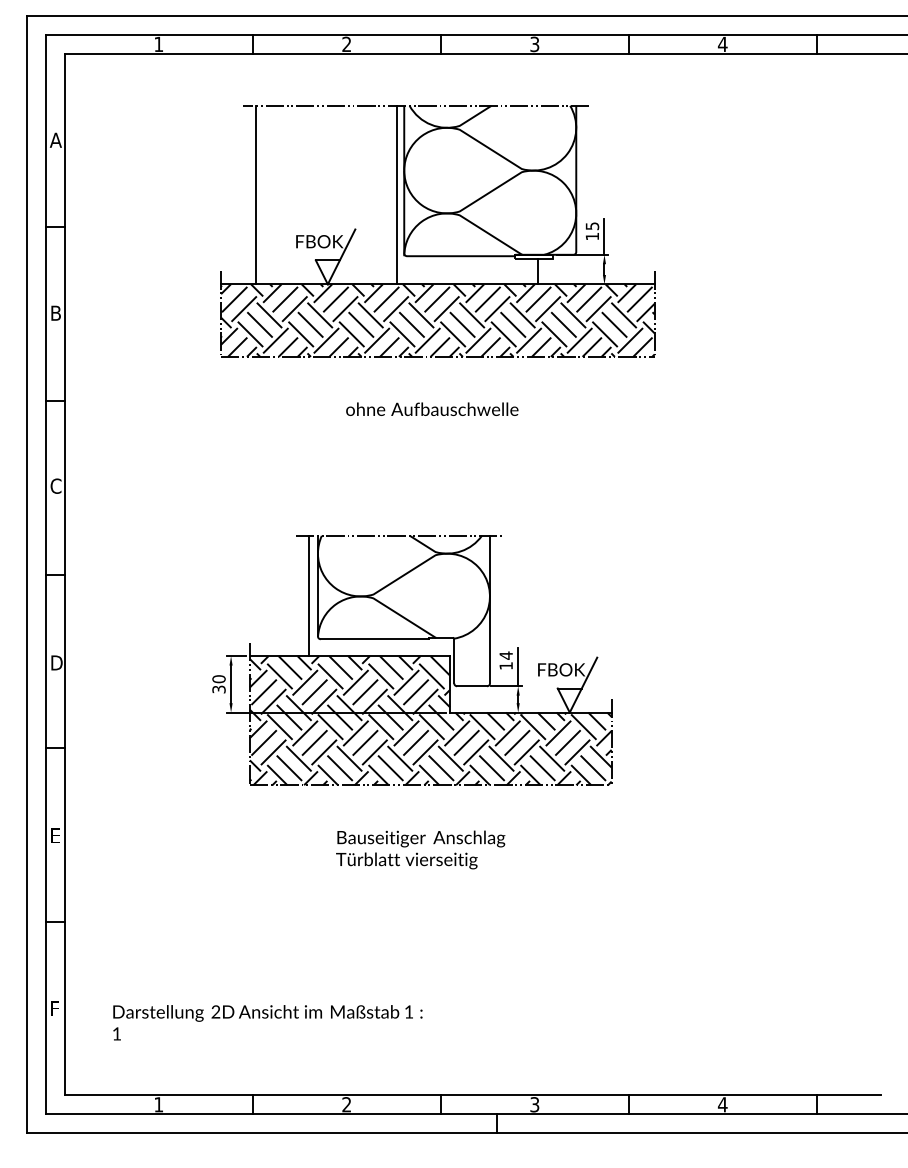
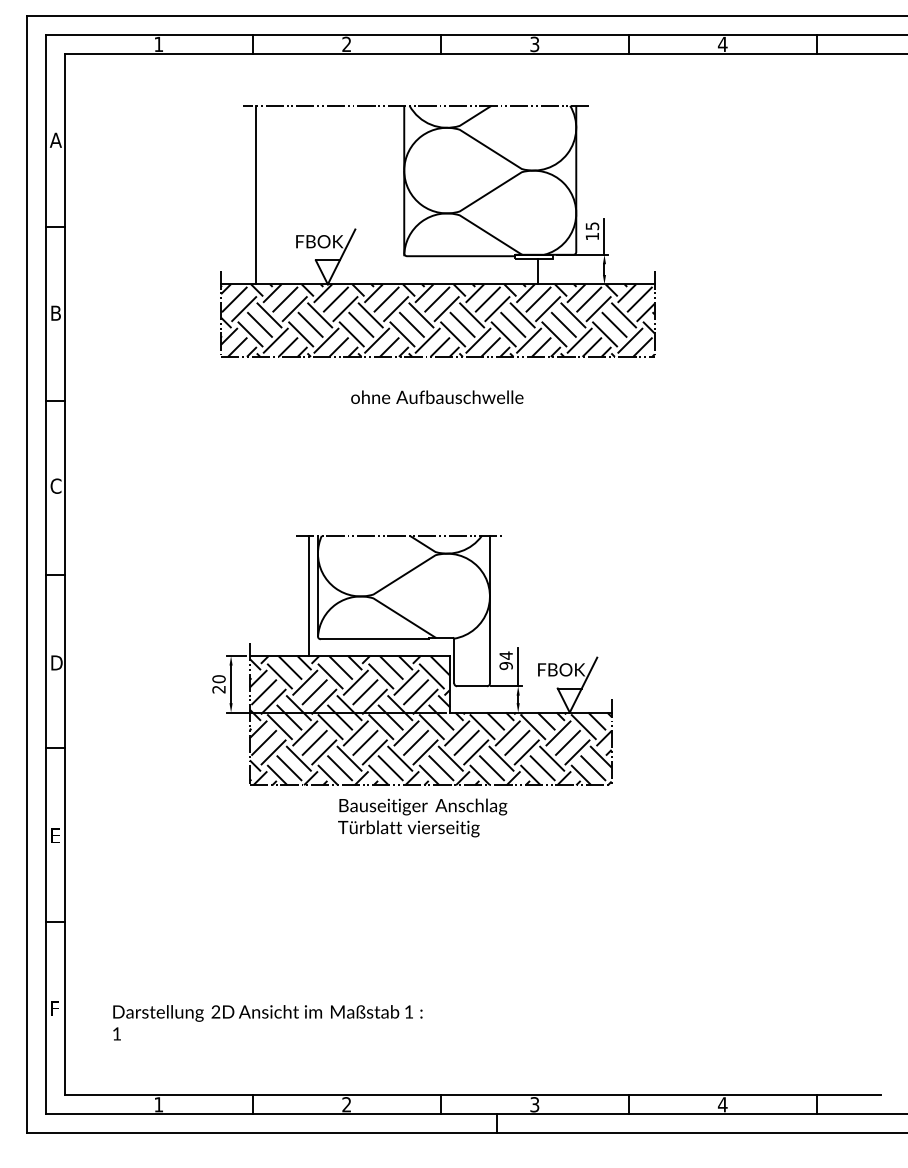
line at (396, 194): present -> none
text at (432, 408) position: (432, 408) -> (437, 396)
text at (505, 666): 14 -> 94
text at (218, 689): 30 -> 20
text at (420, 849) position: (420, 849) -> (422, 817)
